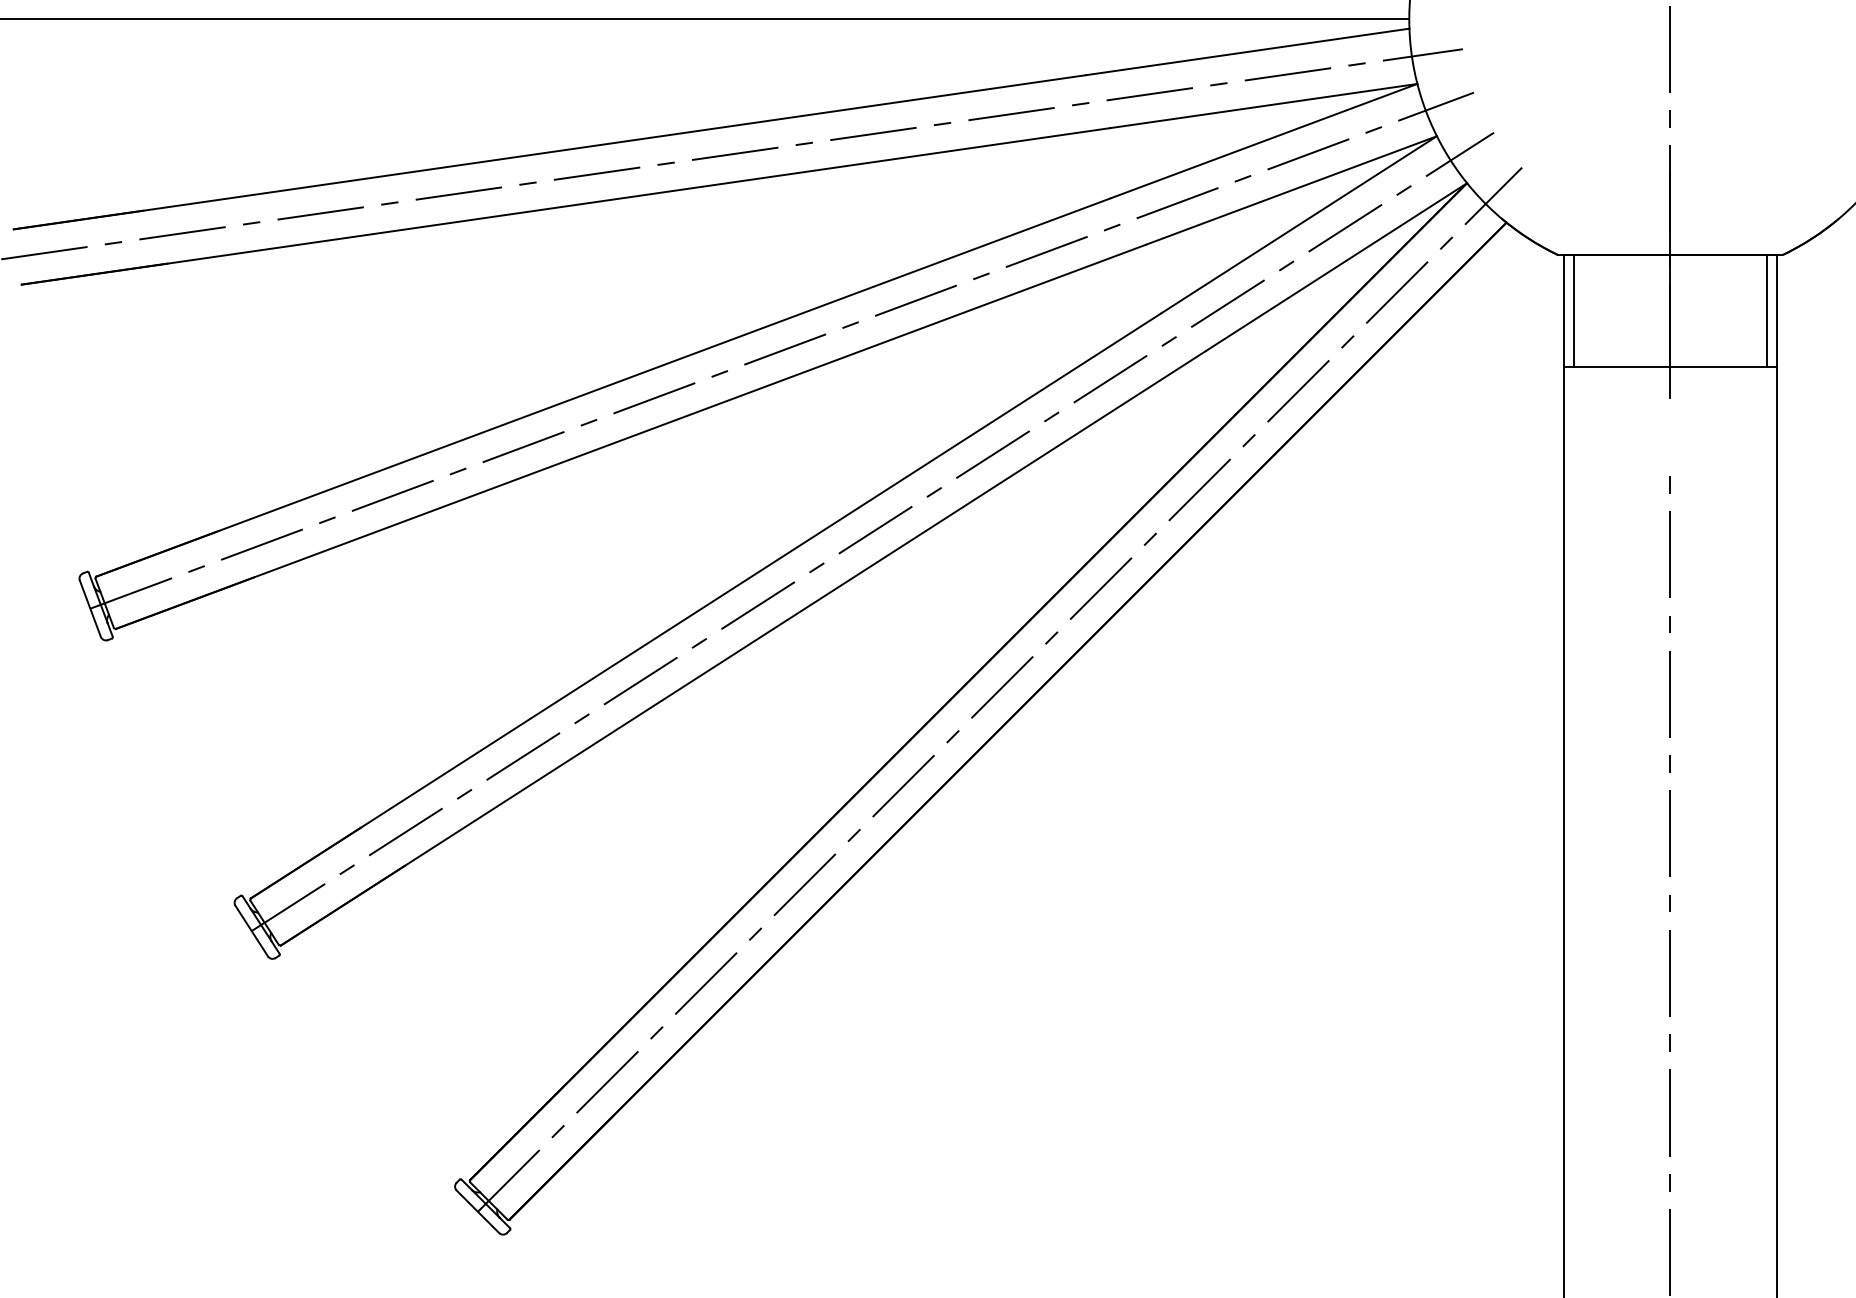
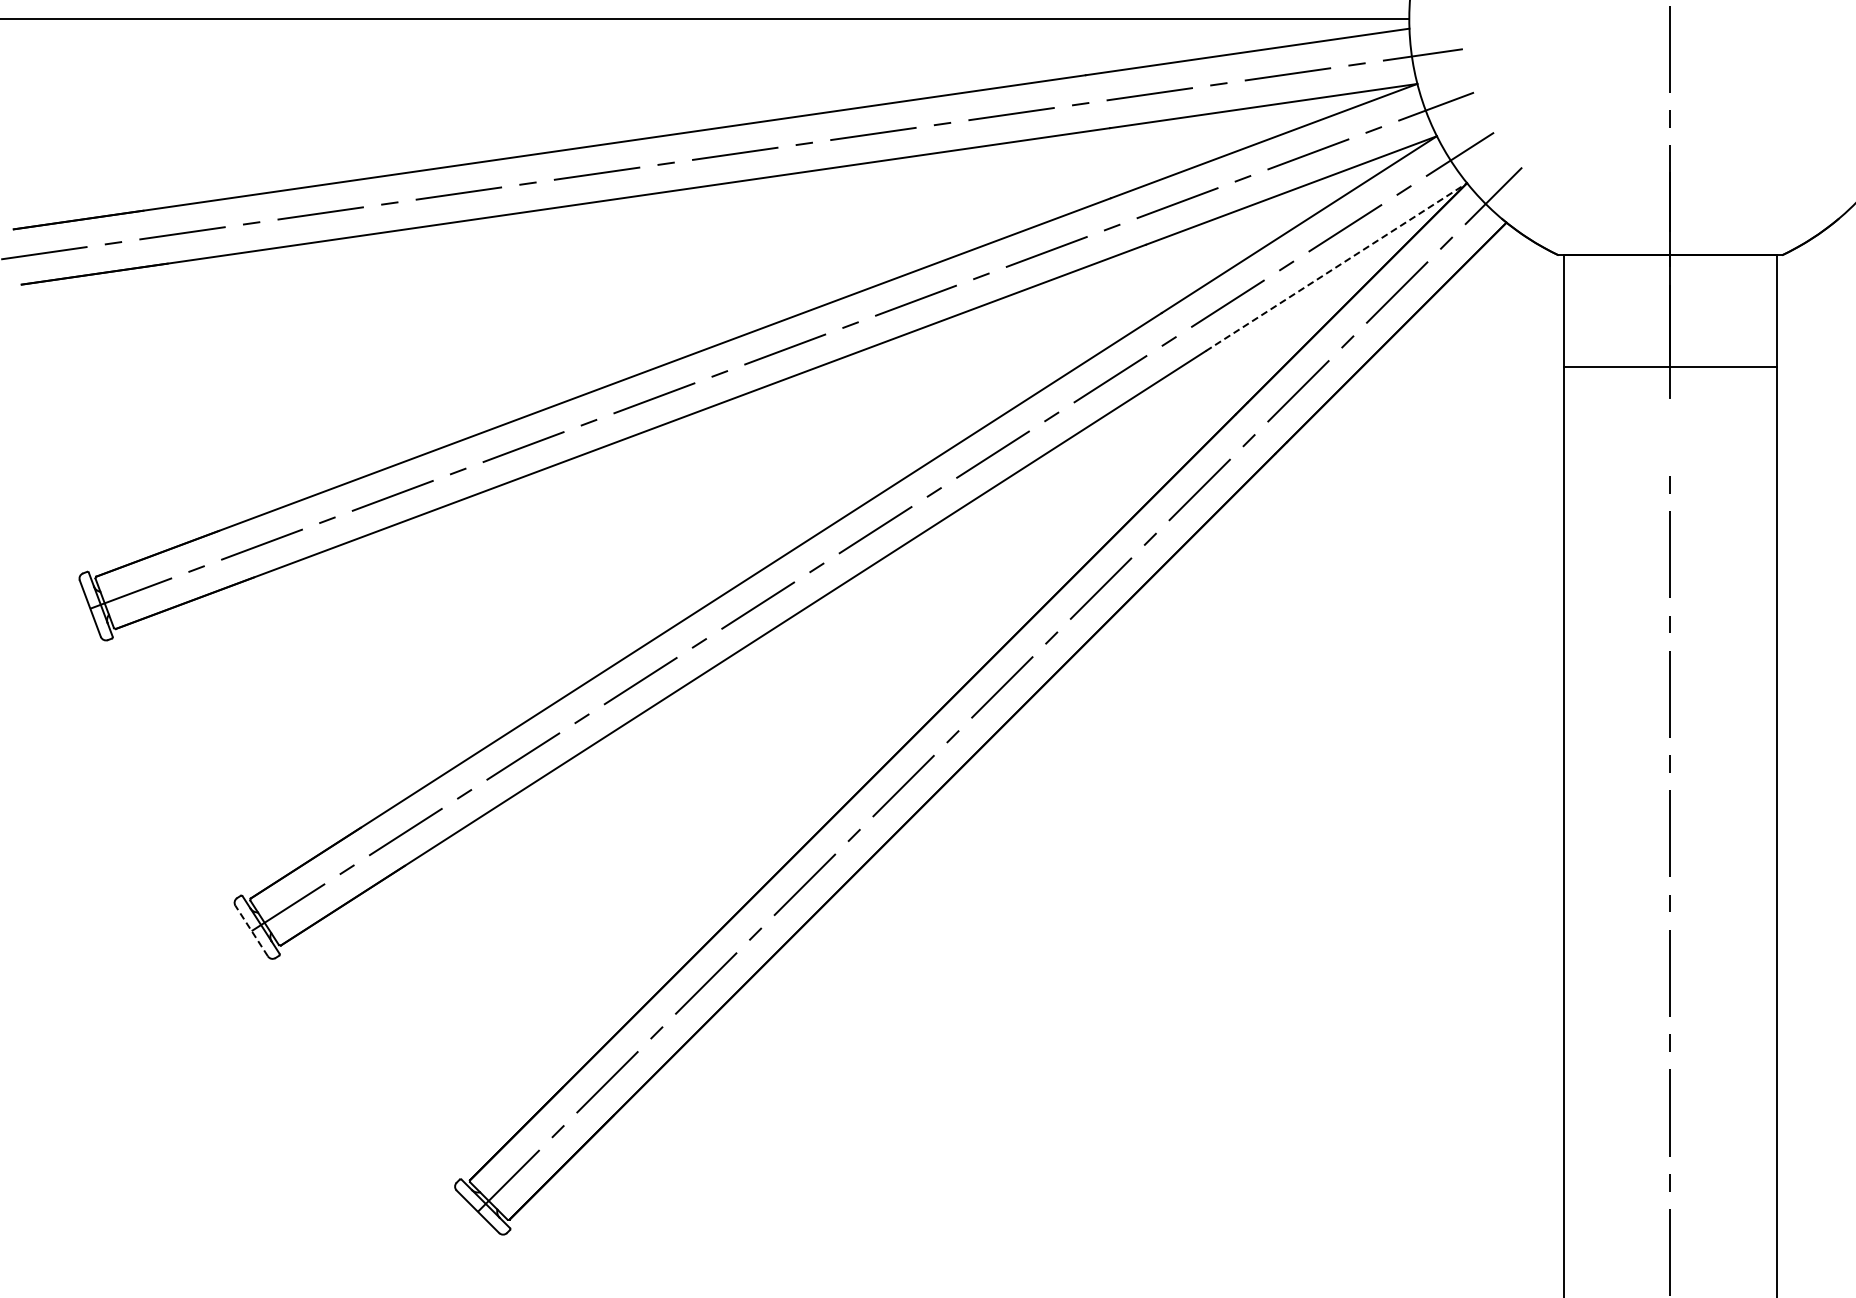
line at (1336, 266): solid -> dashed
line at (1574, 310): present -> none
line at (1766, 310): present -> none
line at (251, 930): solid -> dashed
